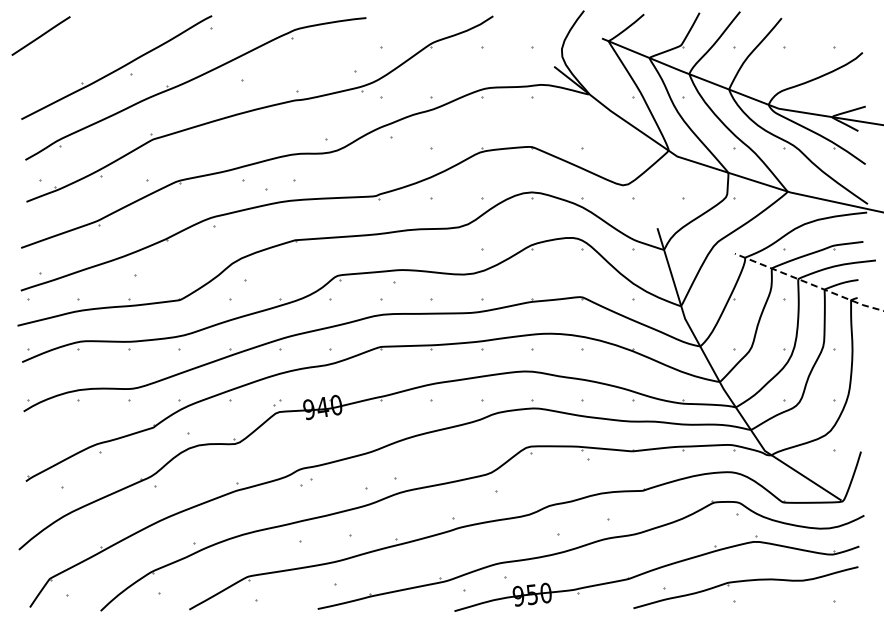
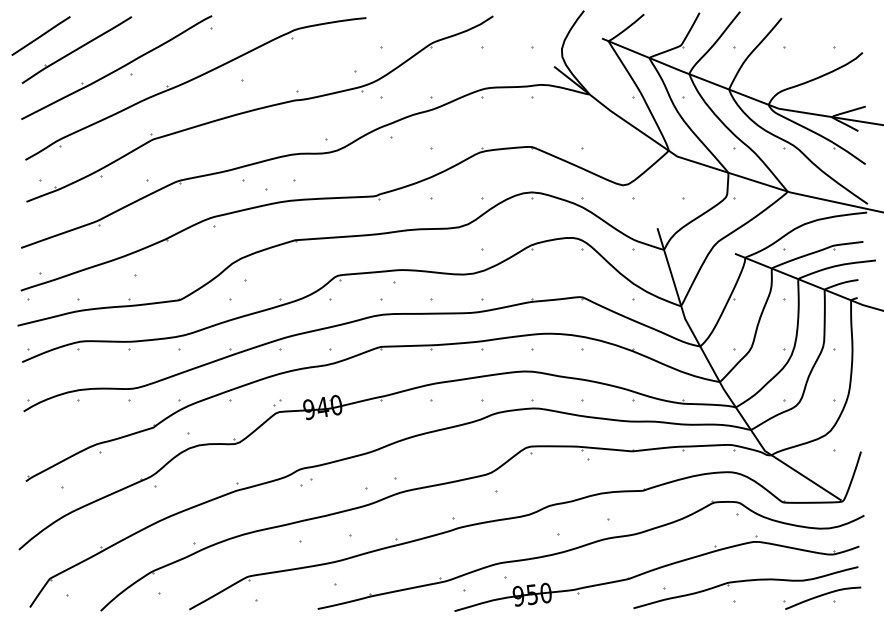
part at (76, 49): none -> present
line at (809, 283): dashed -> solid
part at (822, 597): none -> present
